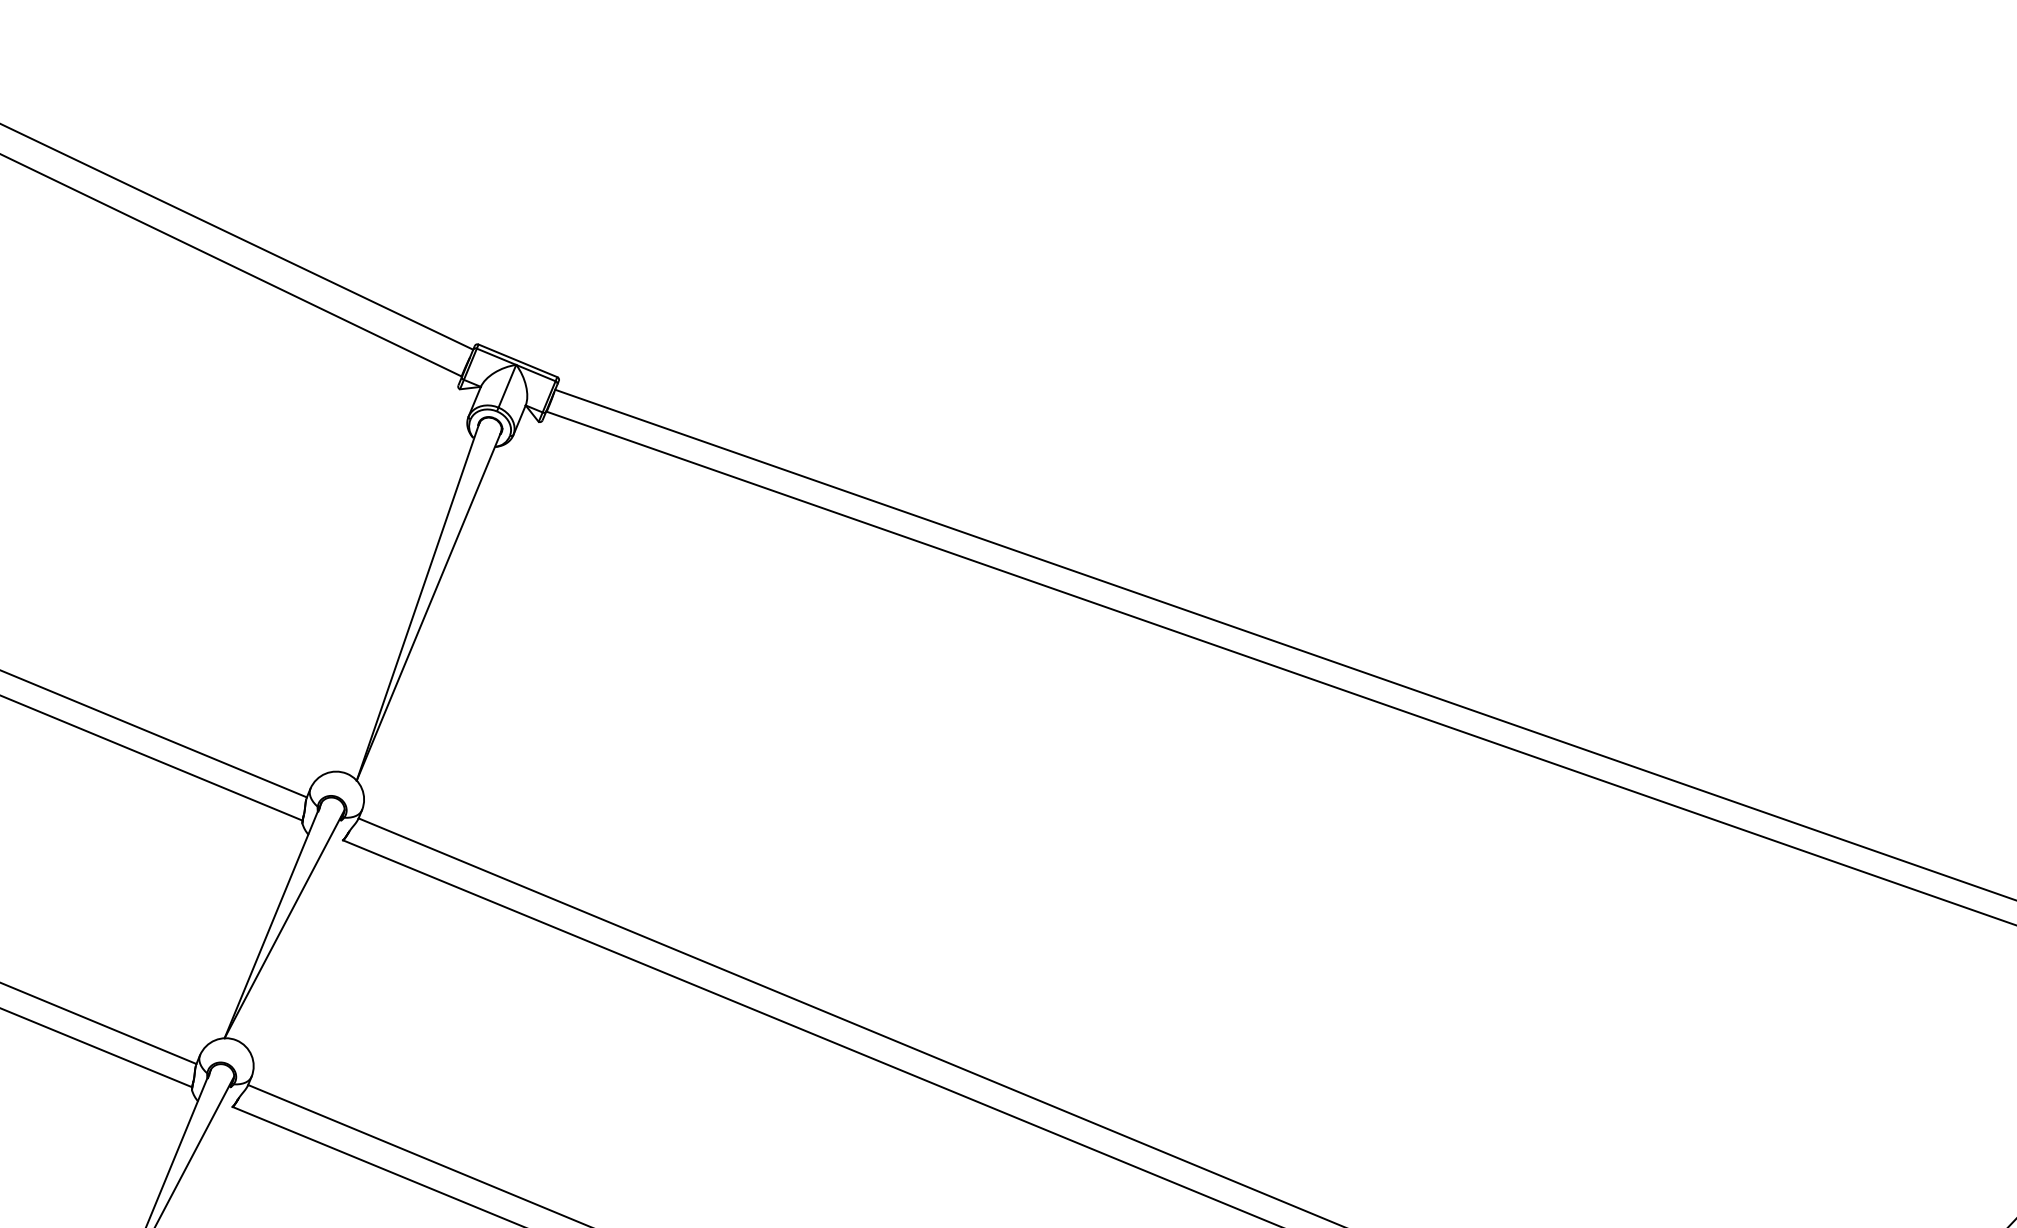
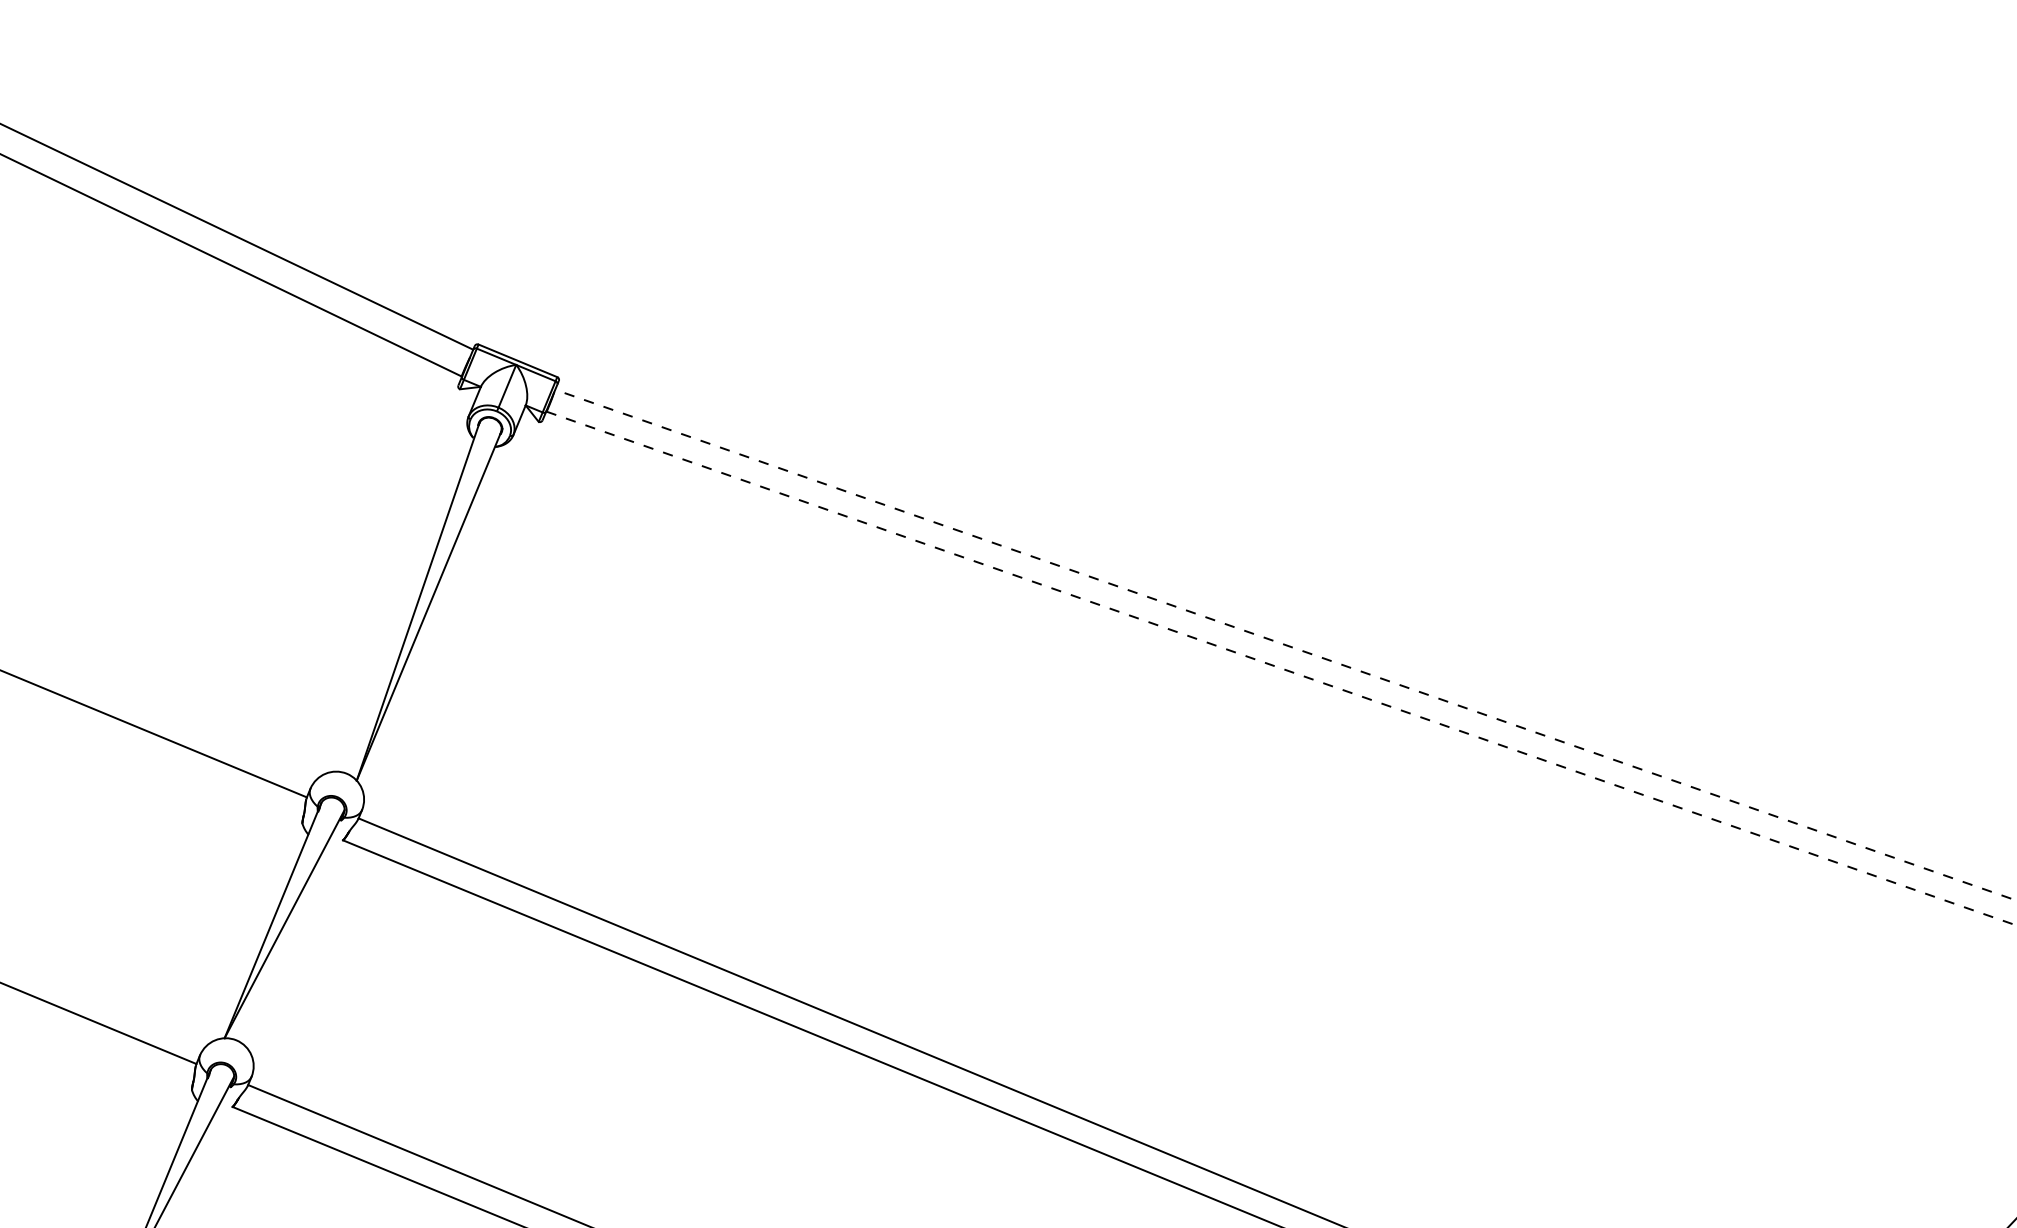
line at (1285, 645): solid -> dashed
line at (1281, 668): solid -> dashed
line at (152, 758): present -> none
line at (97, 1048): present -> none
